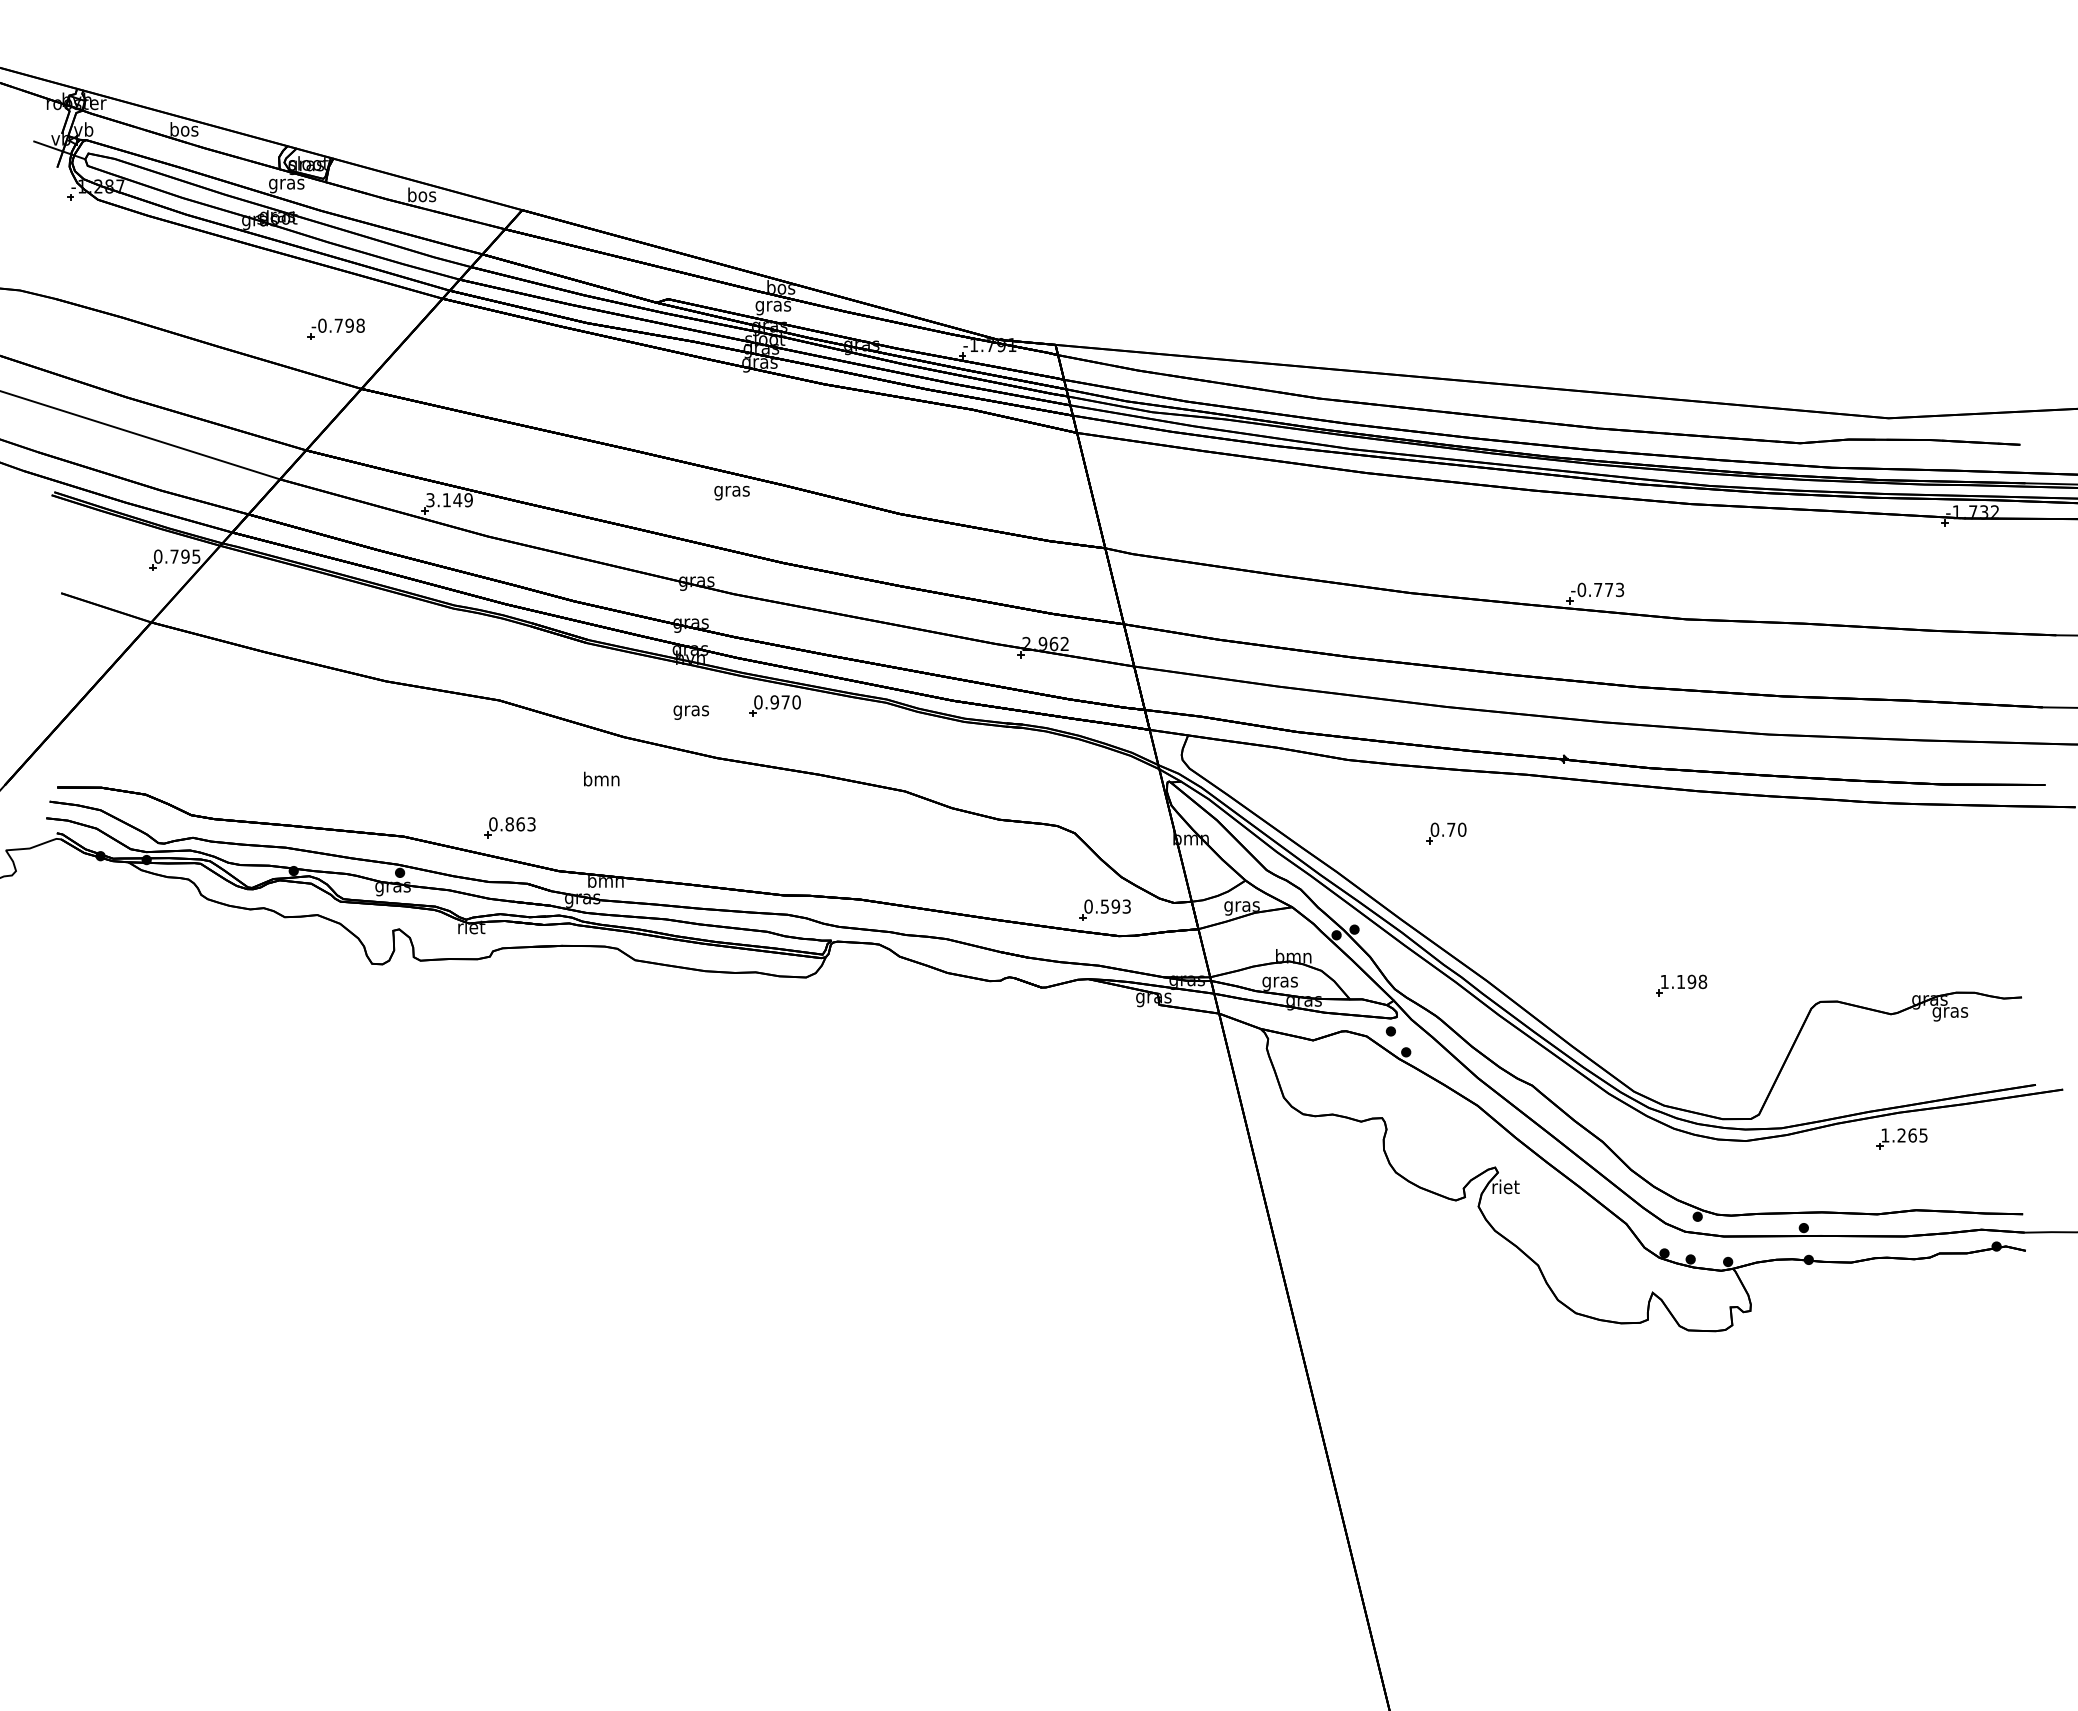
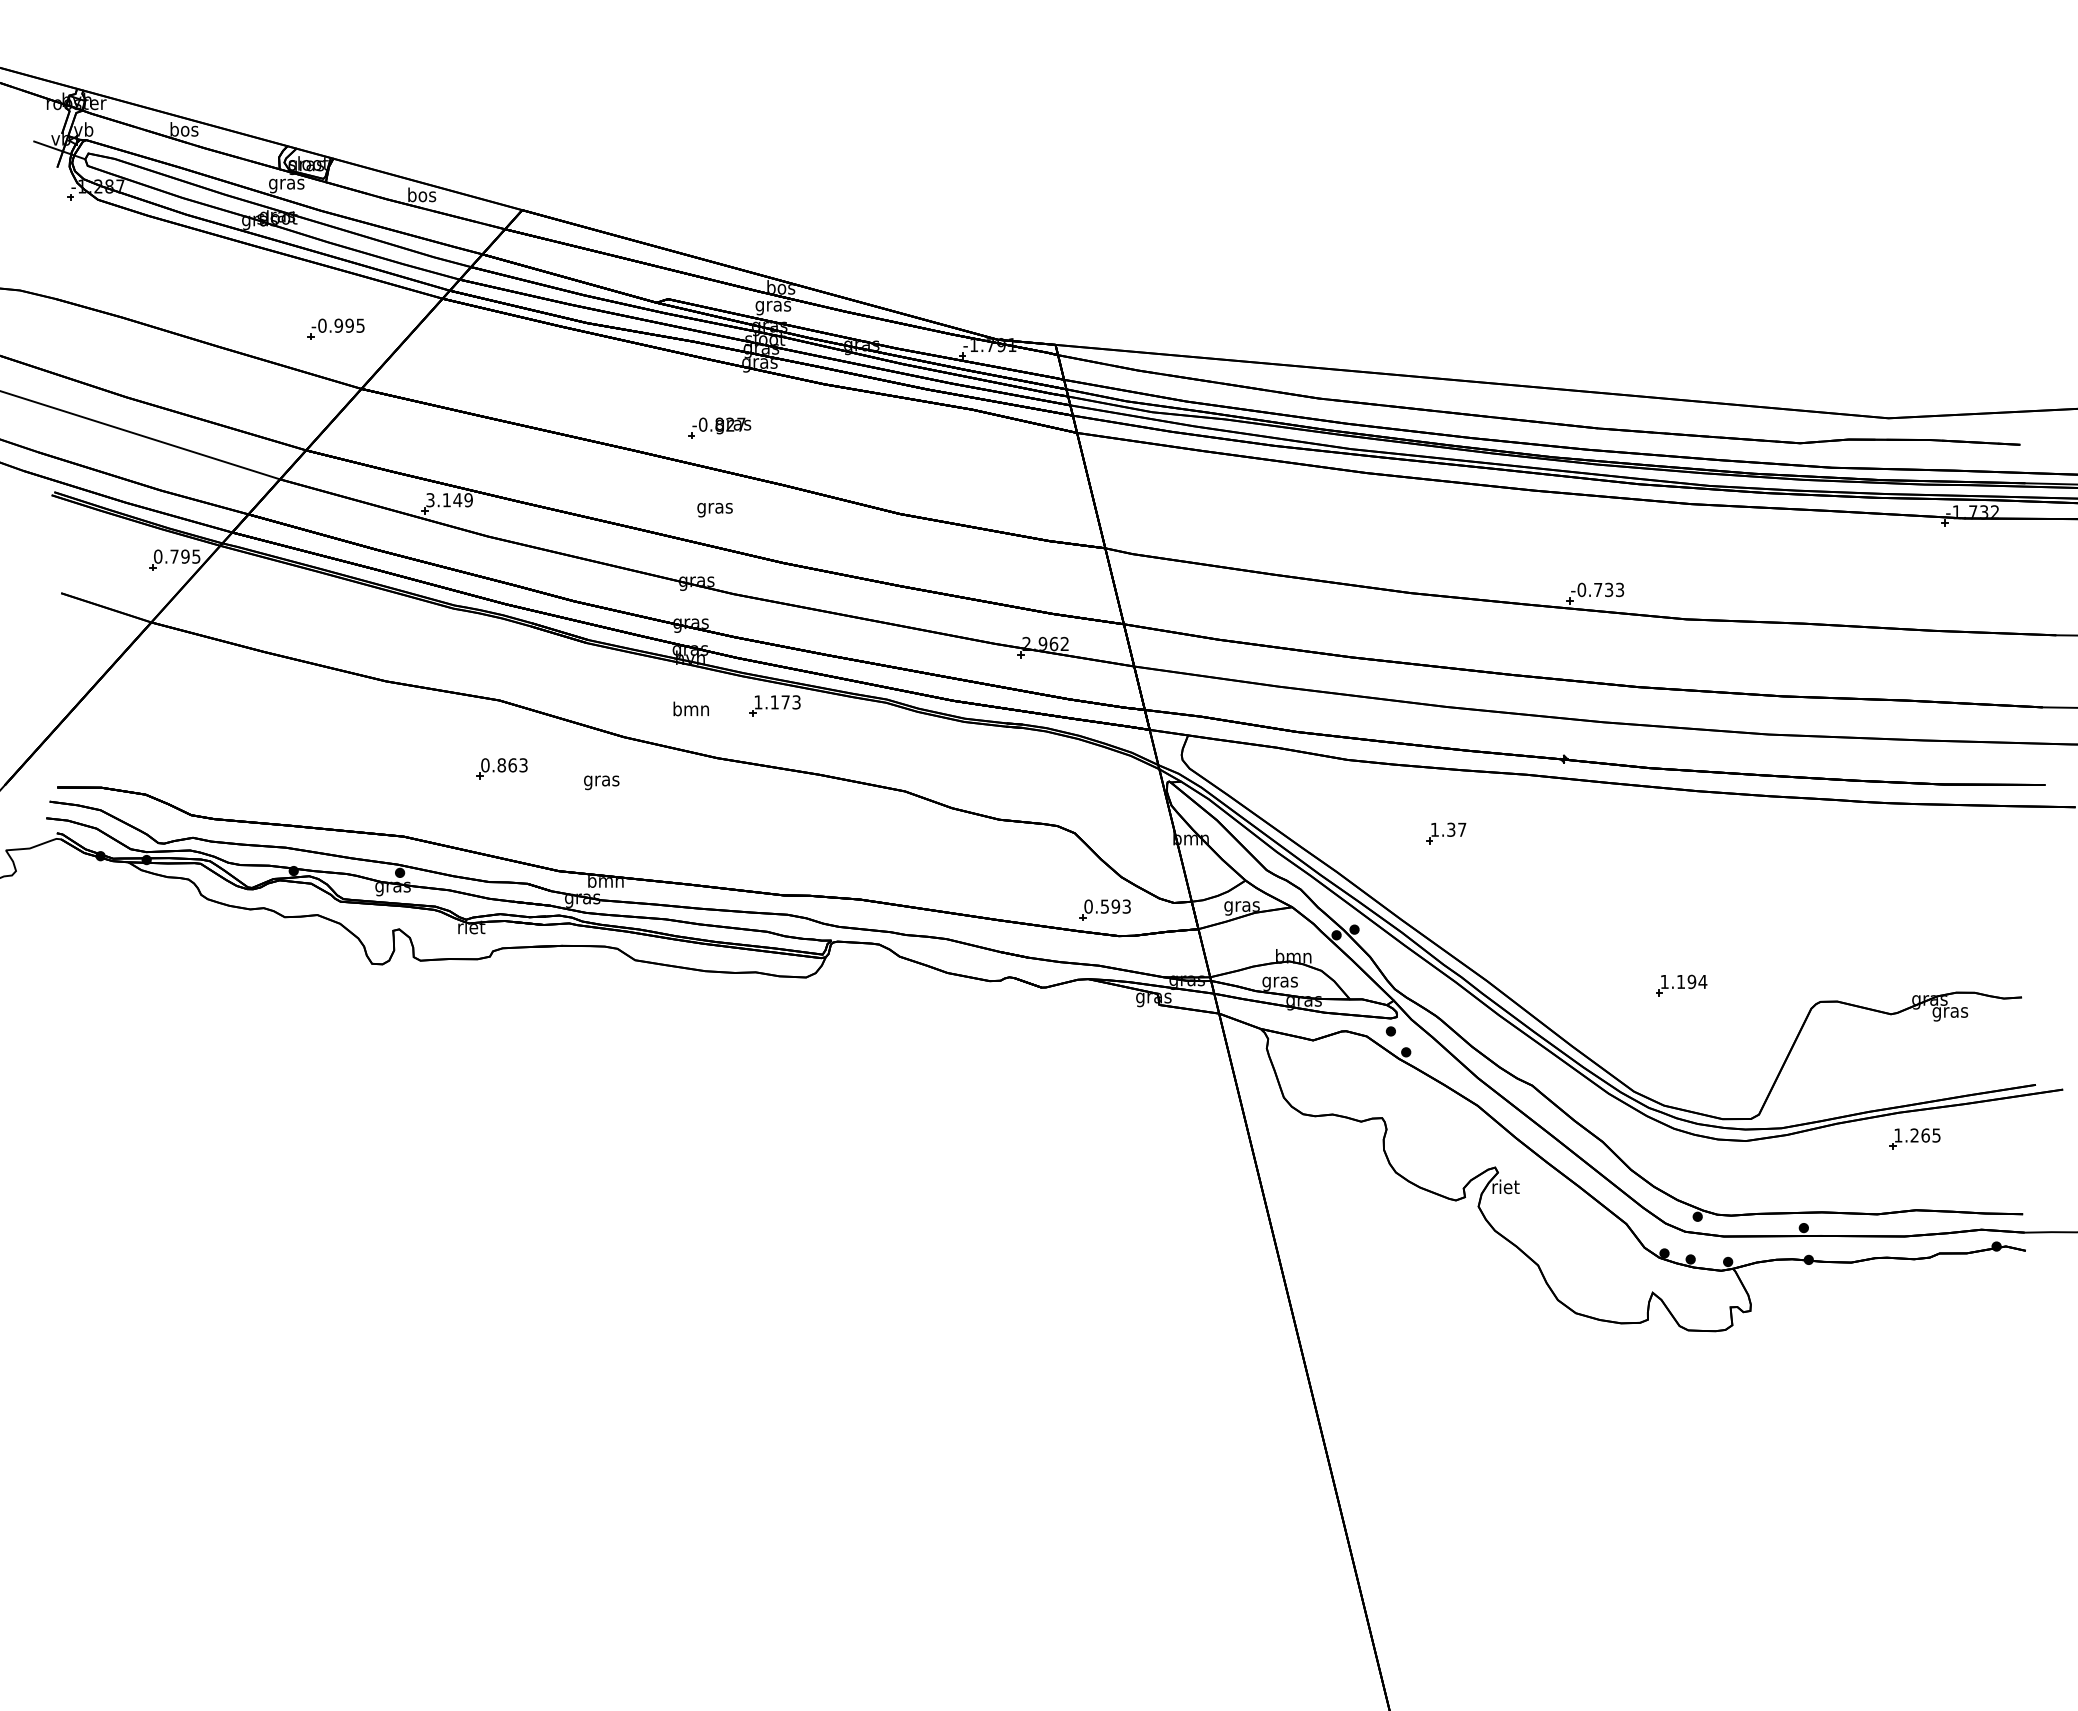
text at (349, 325): -0.798 -> -0.995
part at (719, 427): none -> present
text at (731, 493) position: (731, 493) -> (714, 510)
text at (1609, 589): -0.773 -> -0.733
text at (777, 702): 0.970 -> 1.173
text at (690, 710): gras -> bmn
text at (601, 780): bmn -> gras
part at (509, 827) position: (509, 827) -> (501, 768)
text at (1448, 829): 0.70 -> 1.37
text at (1702, 981): 1.198 -> 1.194
part at (1901, 1138) position: (1901, 1138) -> (1914, 1138)
